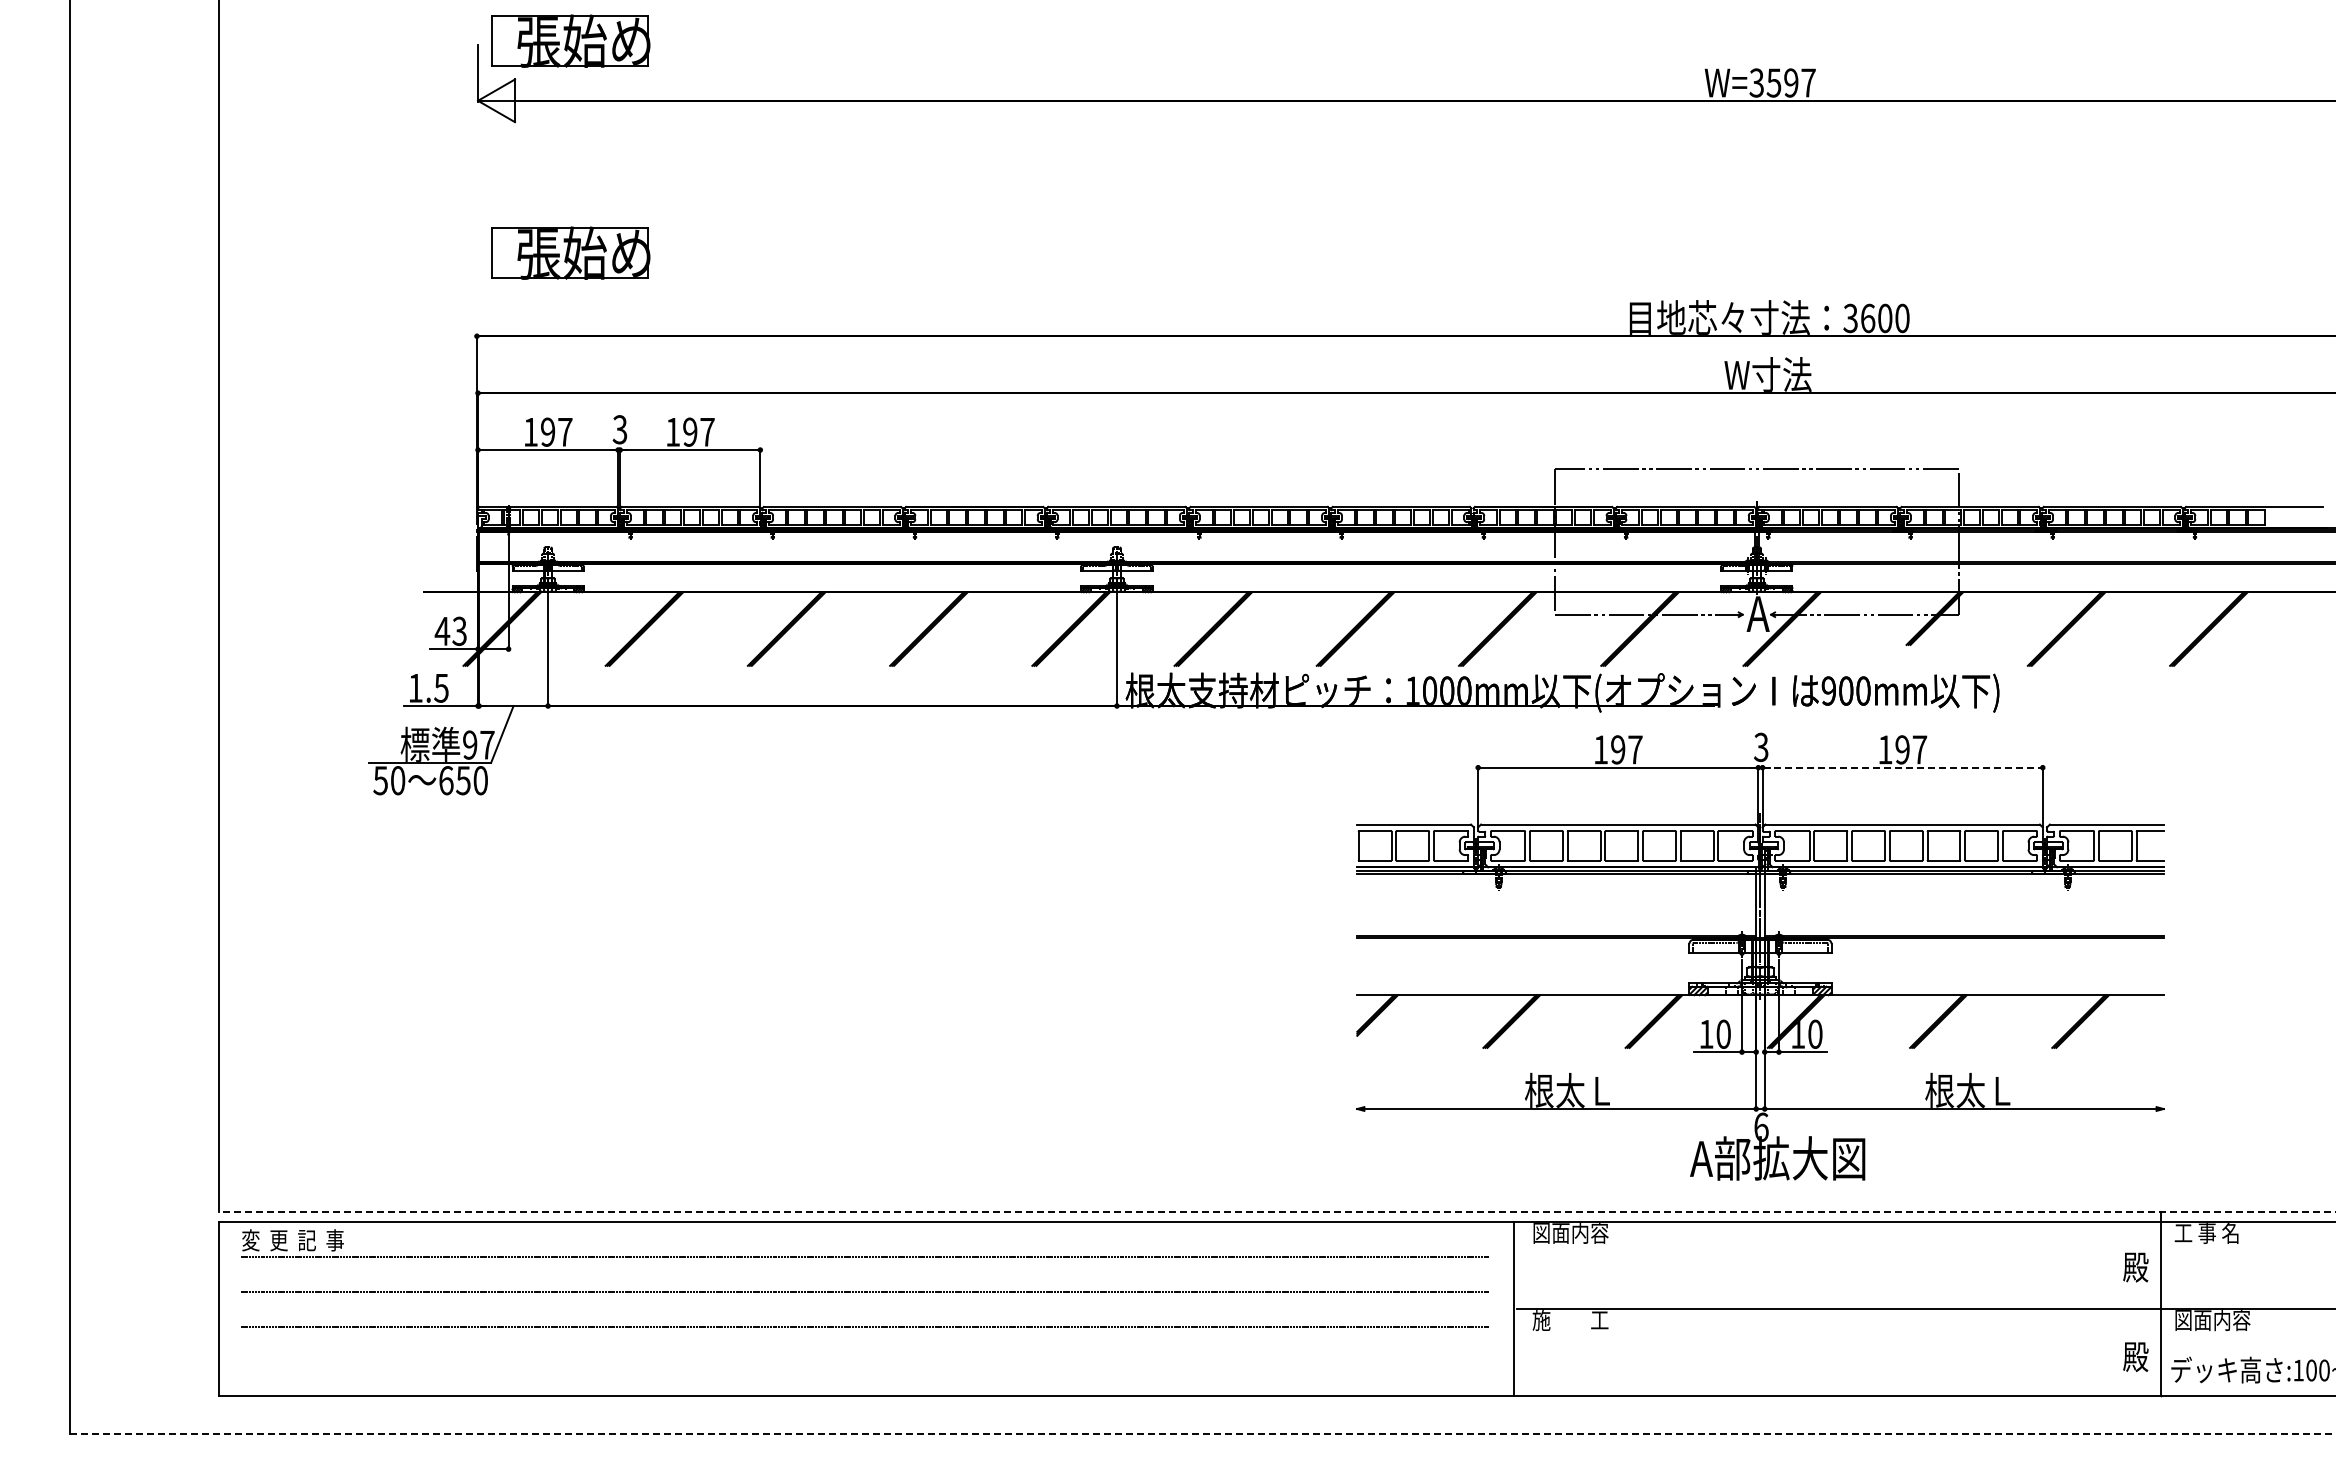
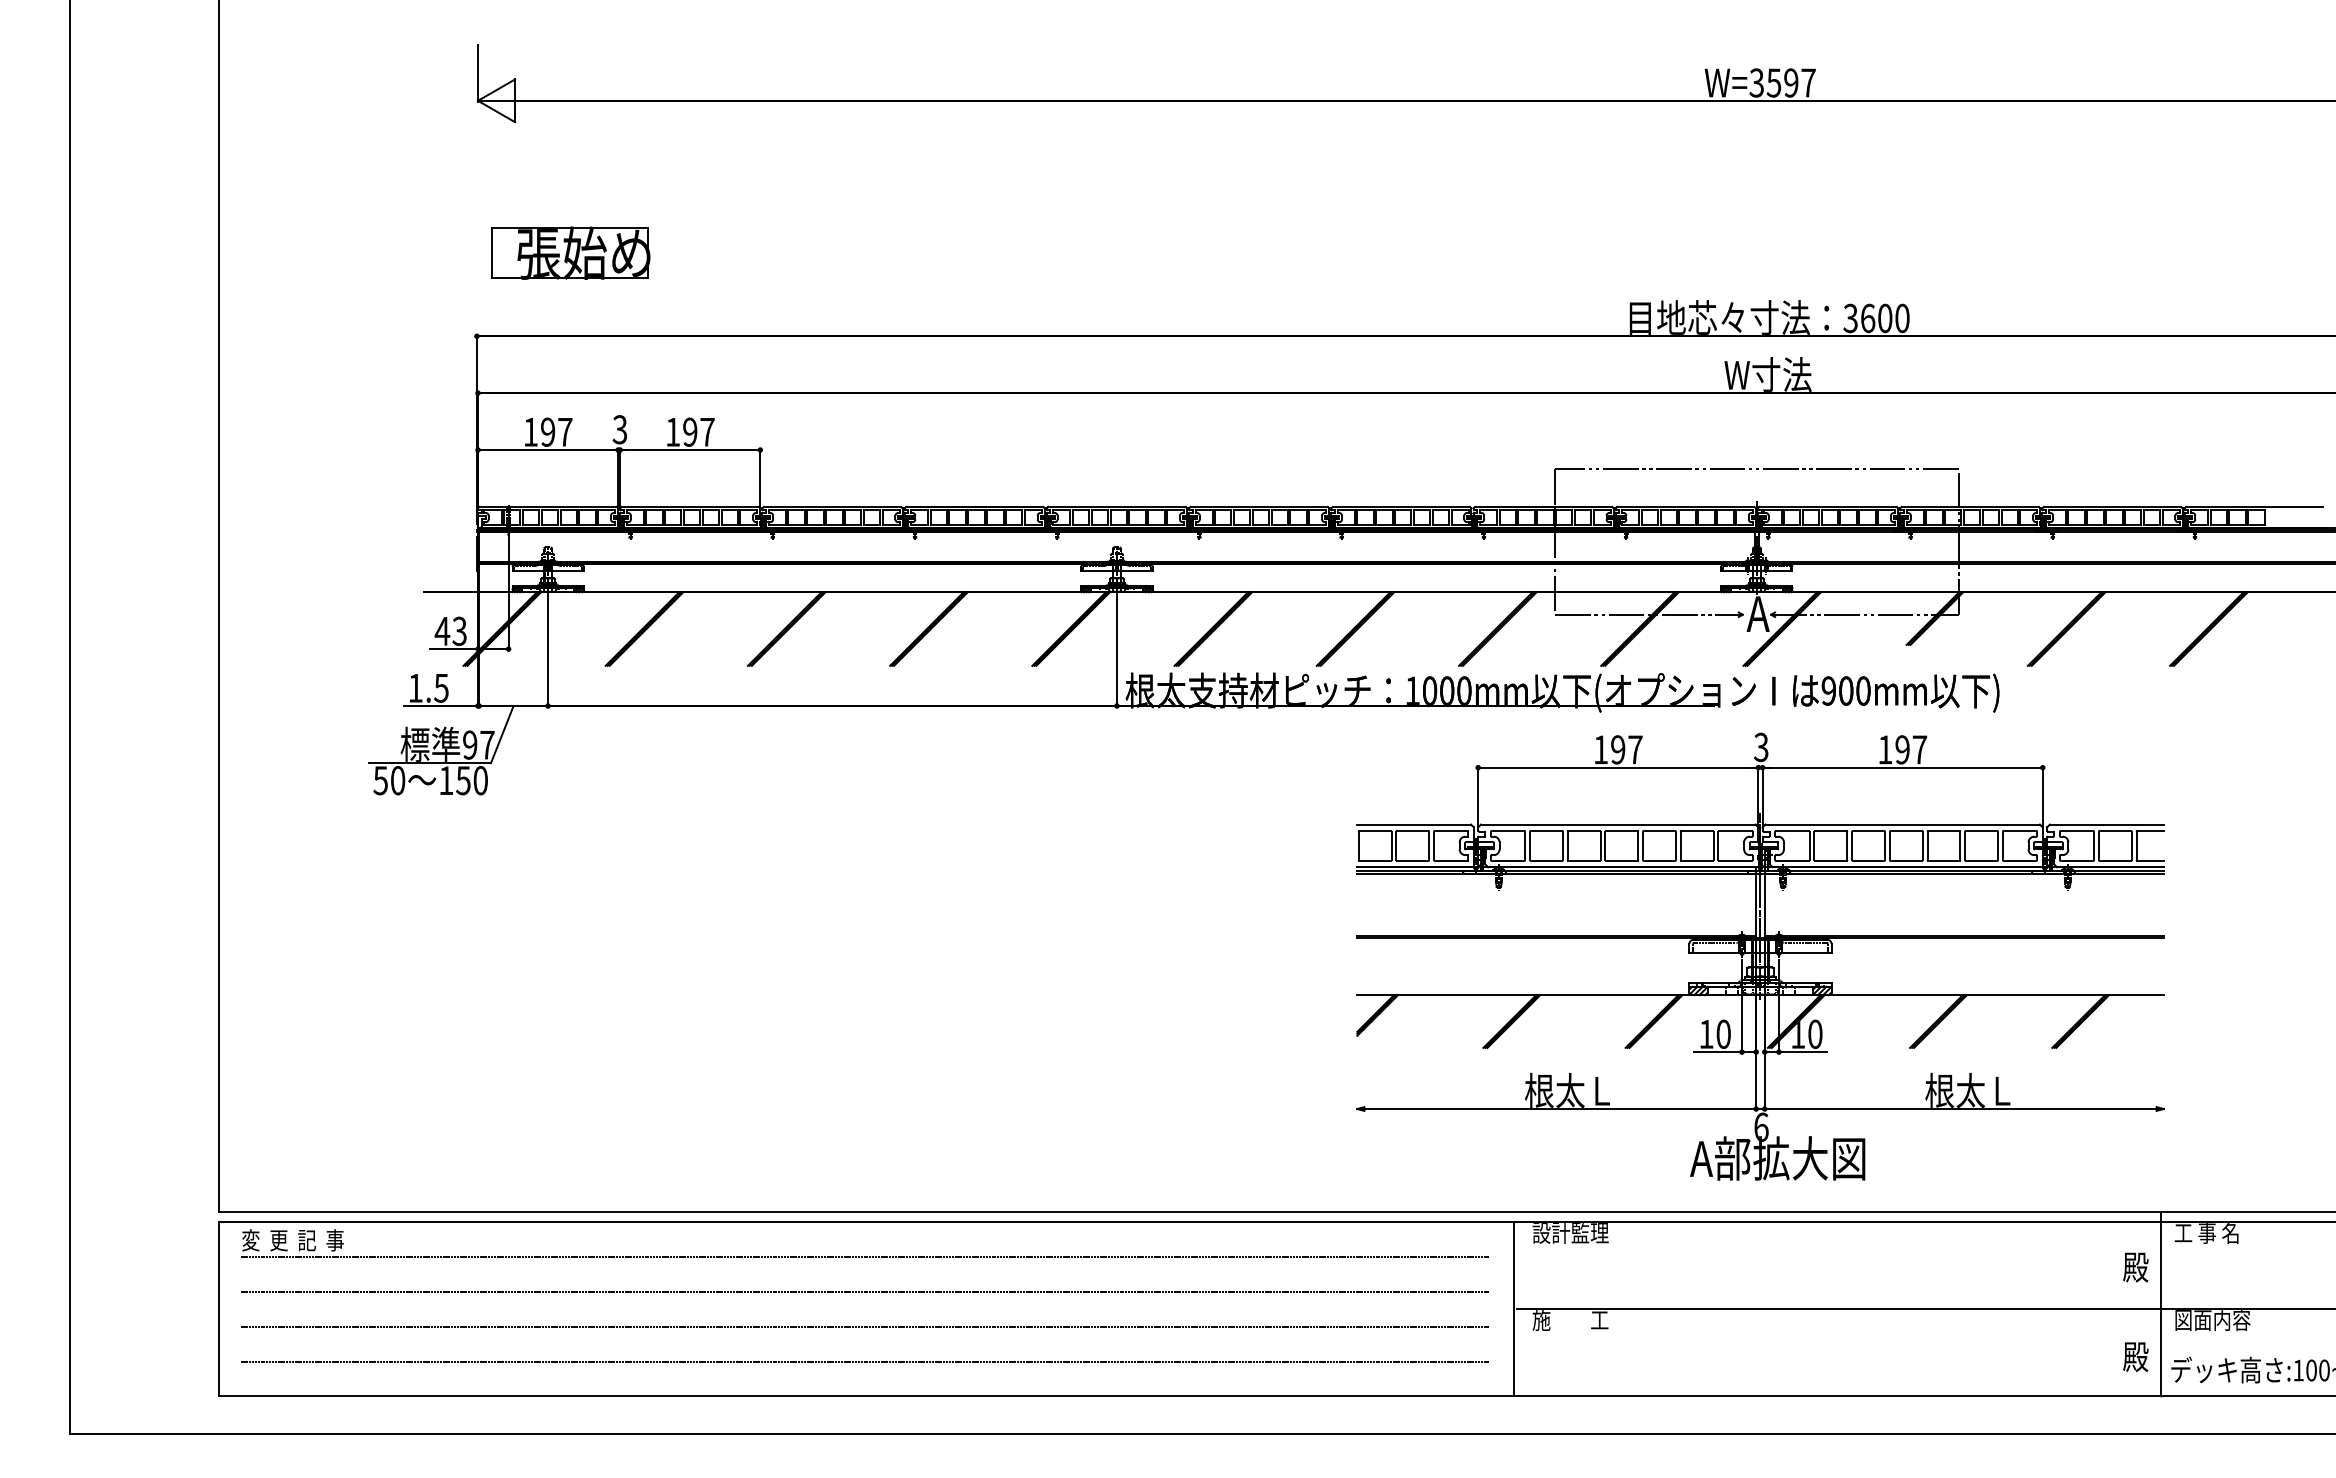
part at (570, 40): present -> none
line at (1903, 767): dashed -> solid
text at (446, 780): 650 -> 150
line at (1277, 1212): dashed -> solid
text at (1570, 1233): 図面内容 -> 設計監理
line at (864, 1361): none -> present
line at (1203, 1433): dashed -> solid
